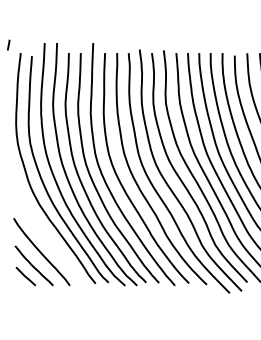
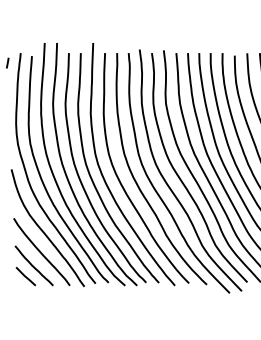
line at (8, 44) position: (8, 44) -> (7, 62)
curve at (43, 230): none -> present
